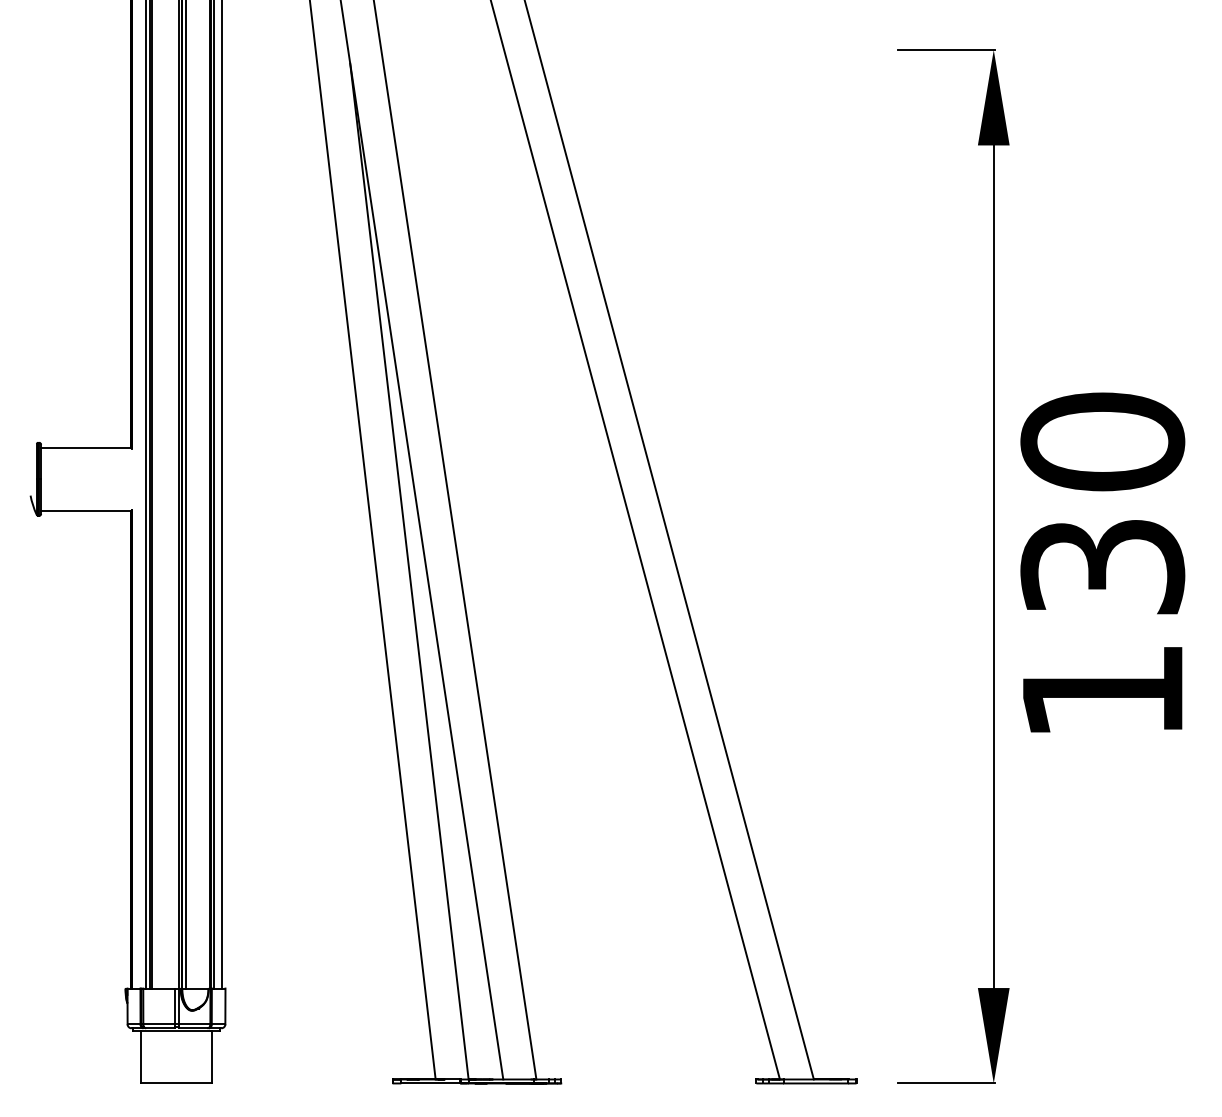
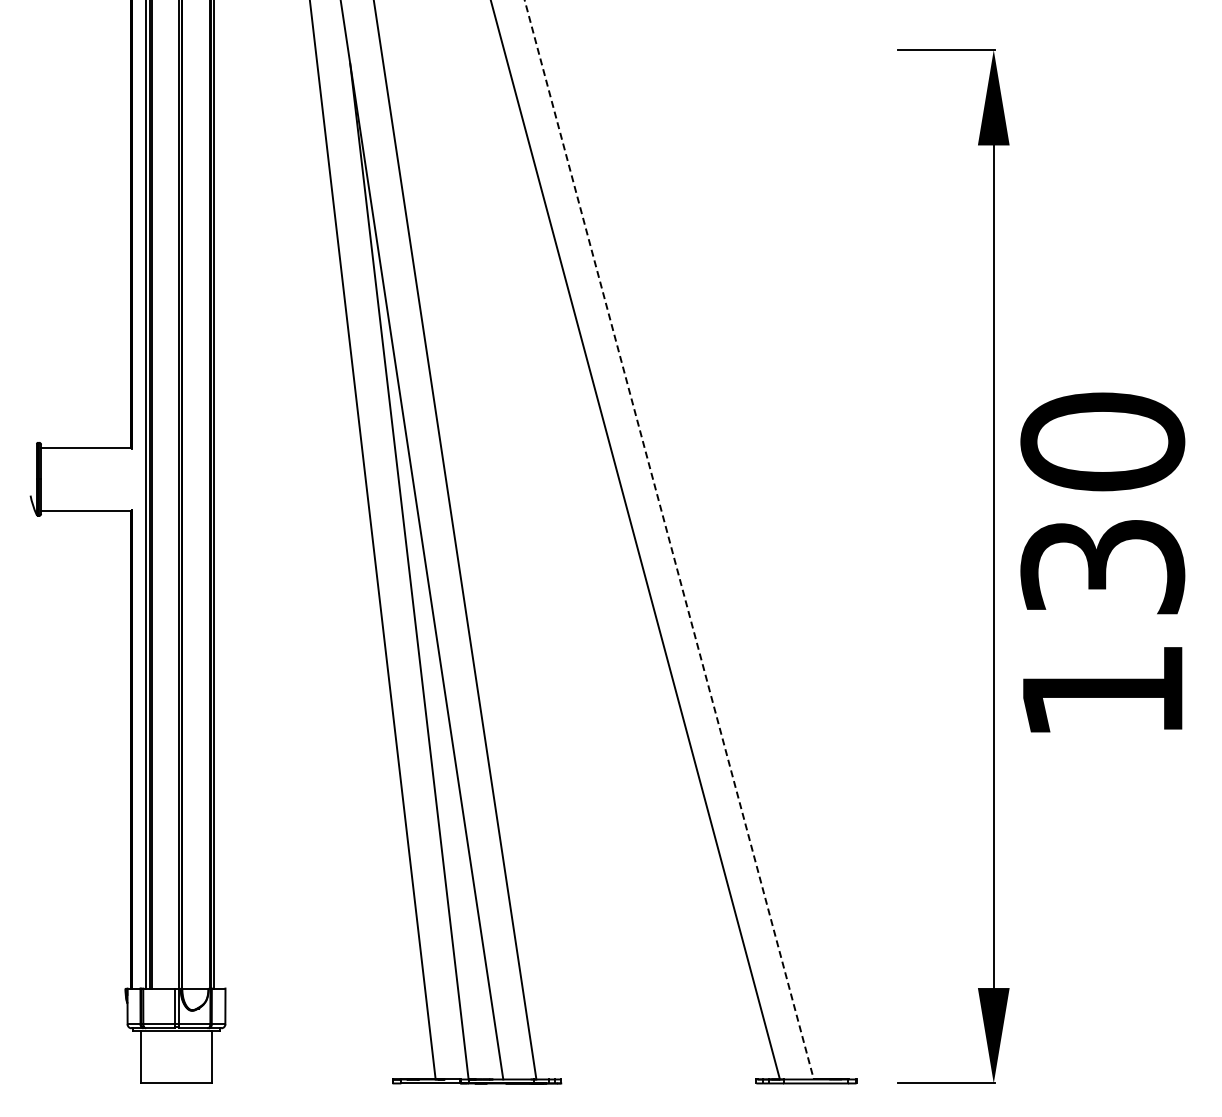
line at (185, 495): present -> none
line at (221, 495): present -> none
line at (669, 540): solid -> dashed
